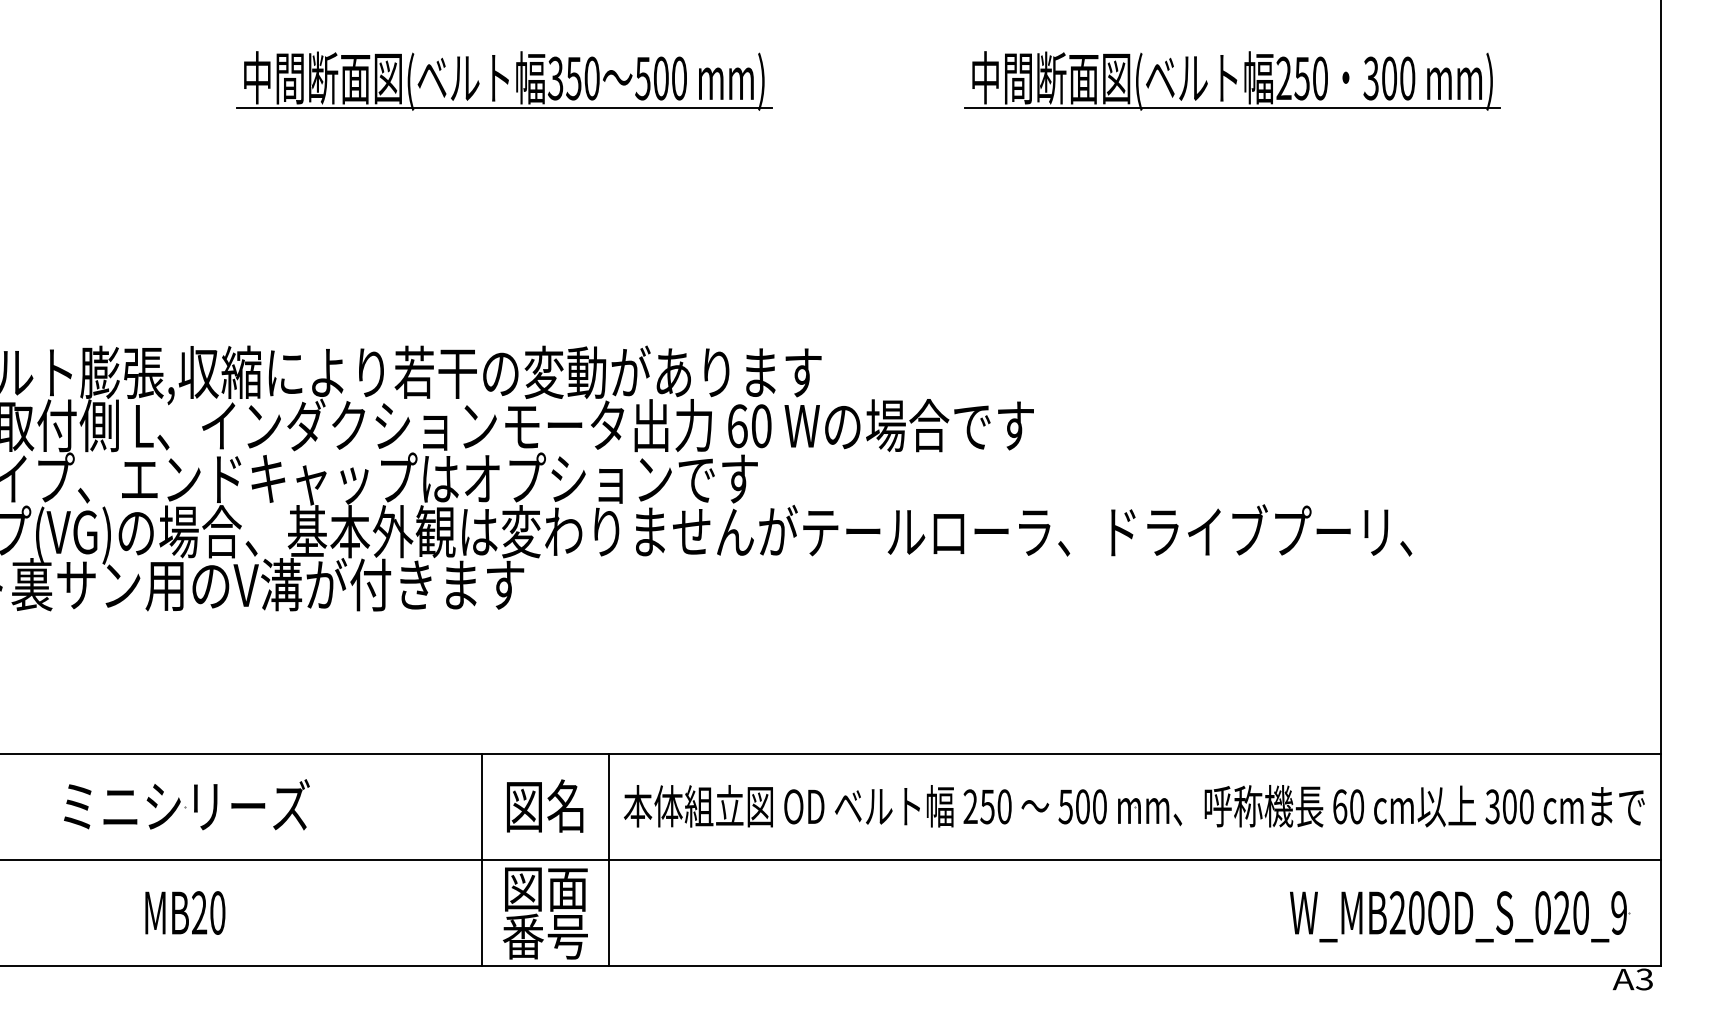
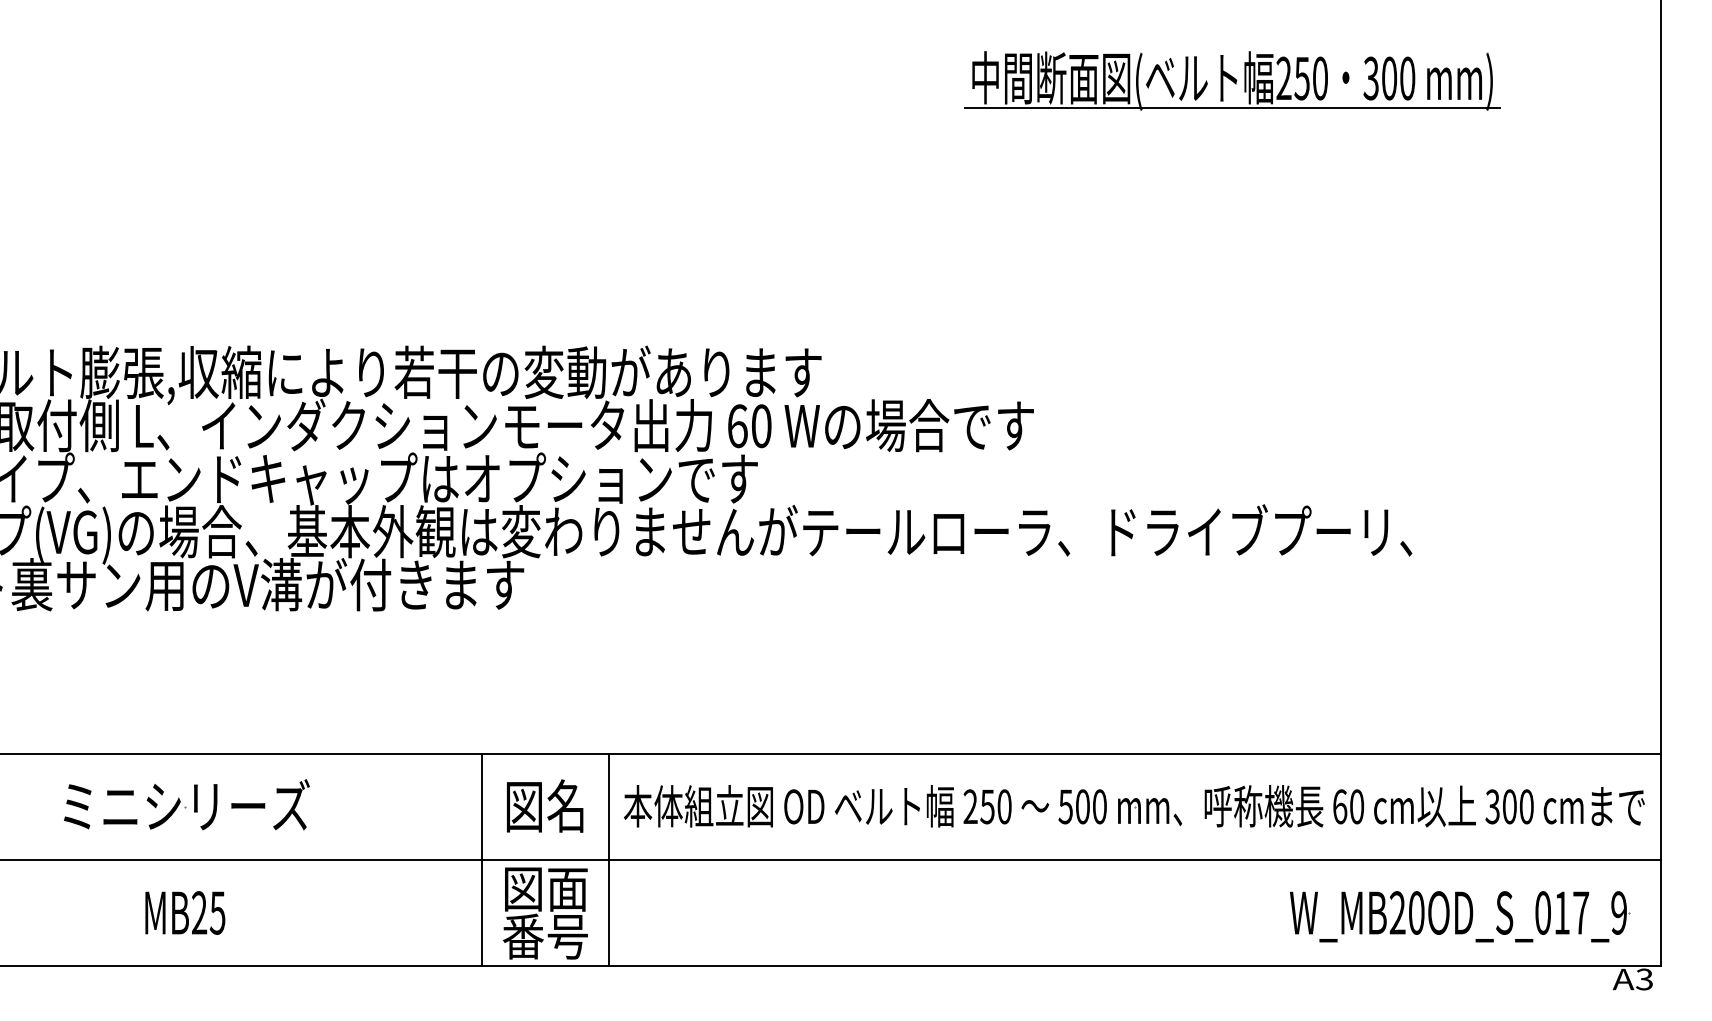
part at (504, 80): present -> none
text at (217, 912): MB20 -> MB25
text at (1571, 912): W_MB20OD_S_020_9 -> W_MB20OD_S_017_9
